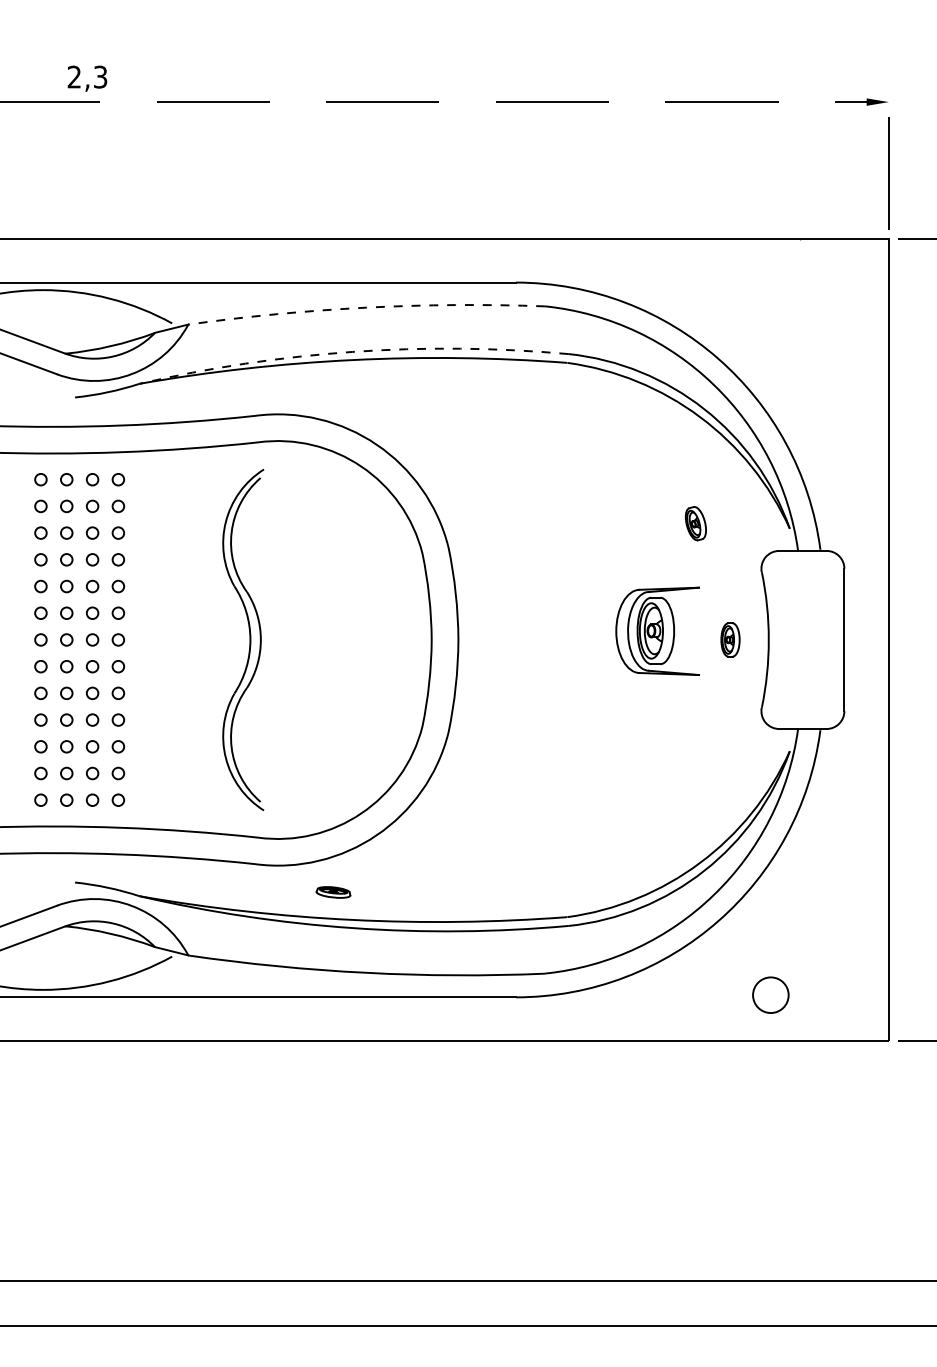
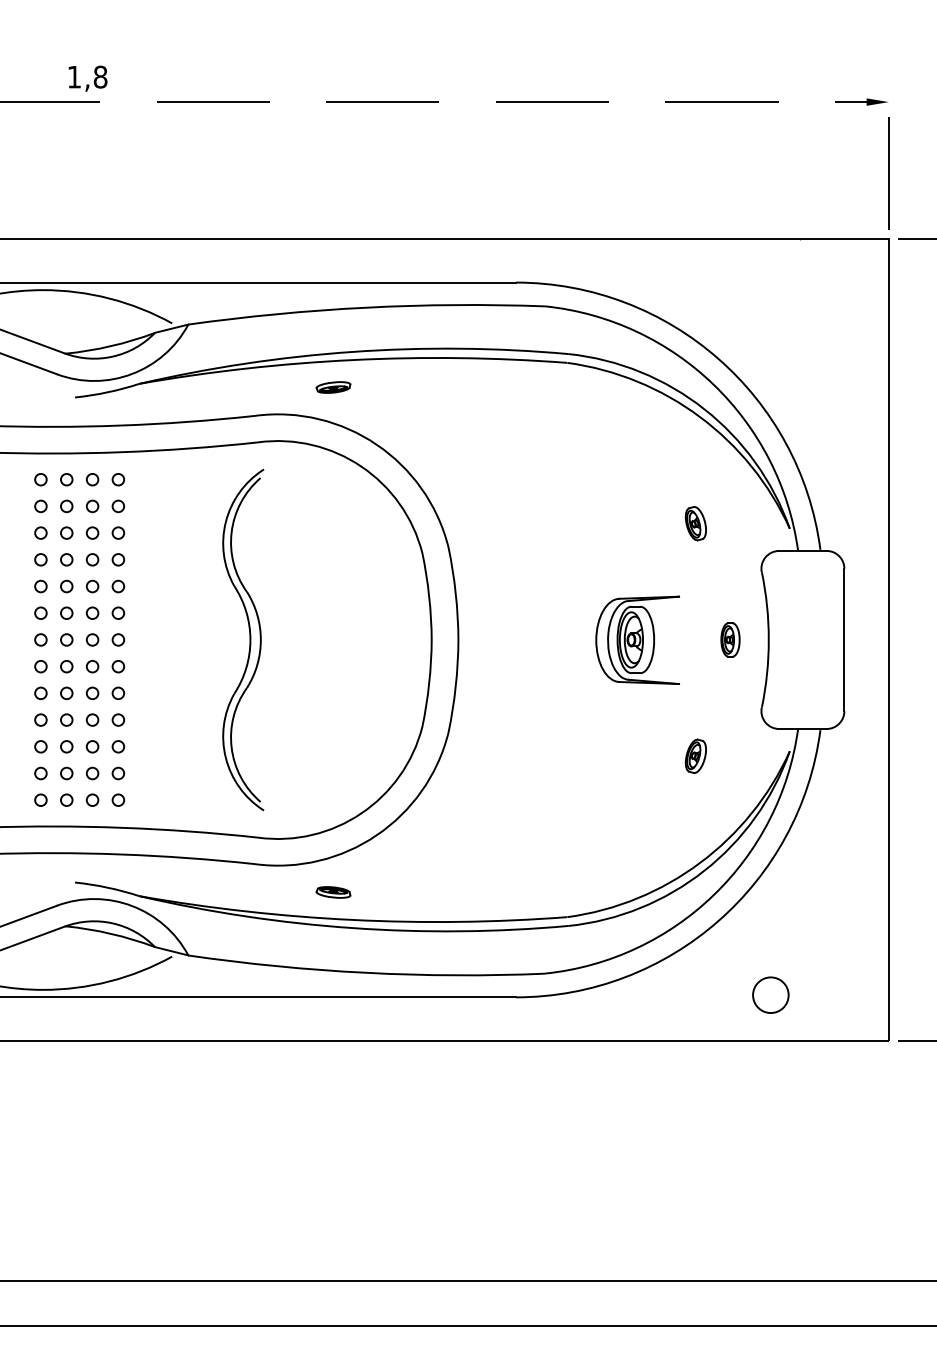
text at (87, 76): 2,3 -> 1,8
arc at (366, 307): dashed -> solid
arc at (352, 351): dashed -> solid
part at (333, 387): none -> present
part at (657, 630) position: (657, 630) -> (637, 639)
part at (695, 755): none -> present
